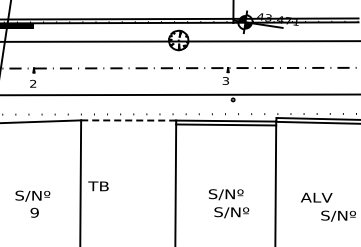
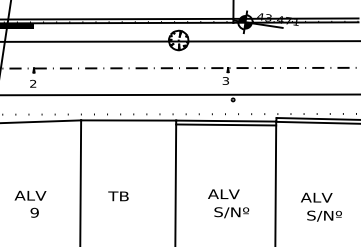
line at (128, 120): dashed -> solid
text at (98, 186) position: (98, 186) -> (118, 196)
text at (225, 194): S/Nº -> ALV
text at (32, 195): S/Nº -> ALV
text at (338, 215) position: (338, 215) -> (324, 215)
